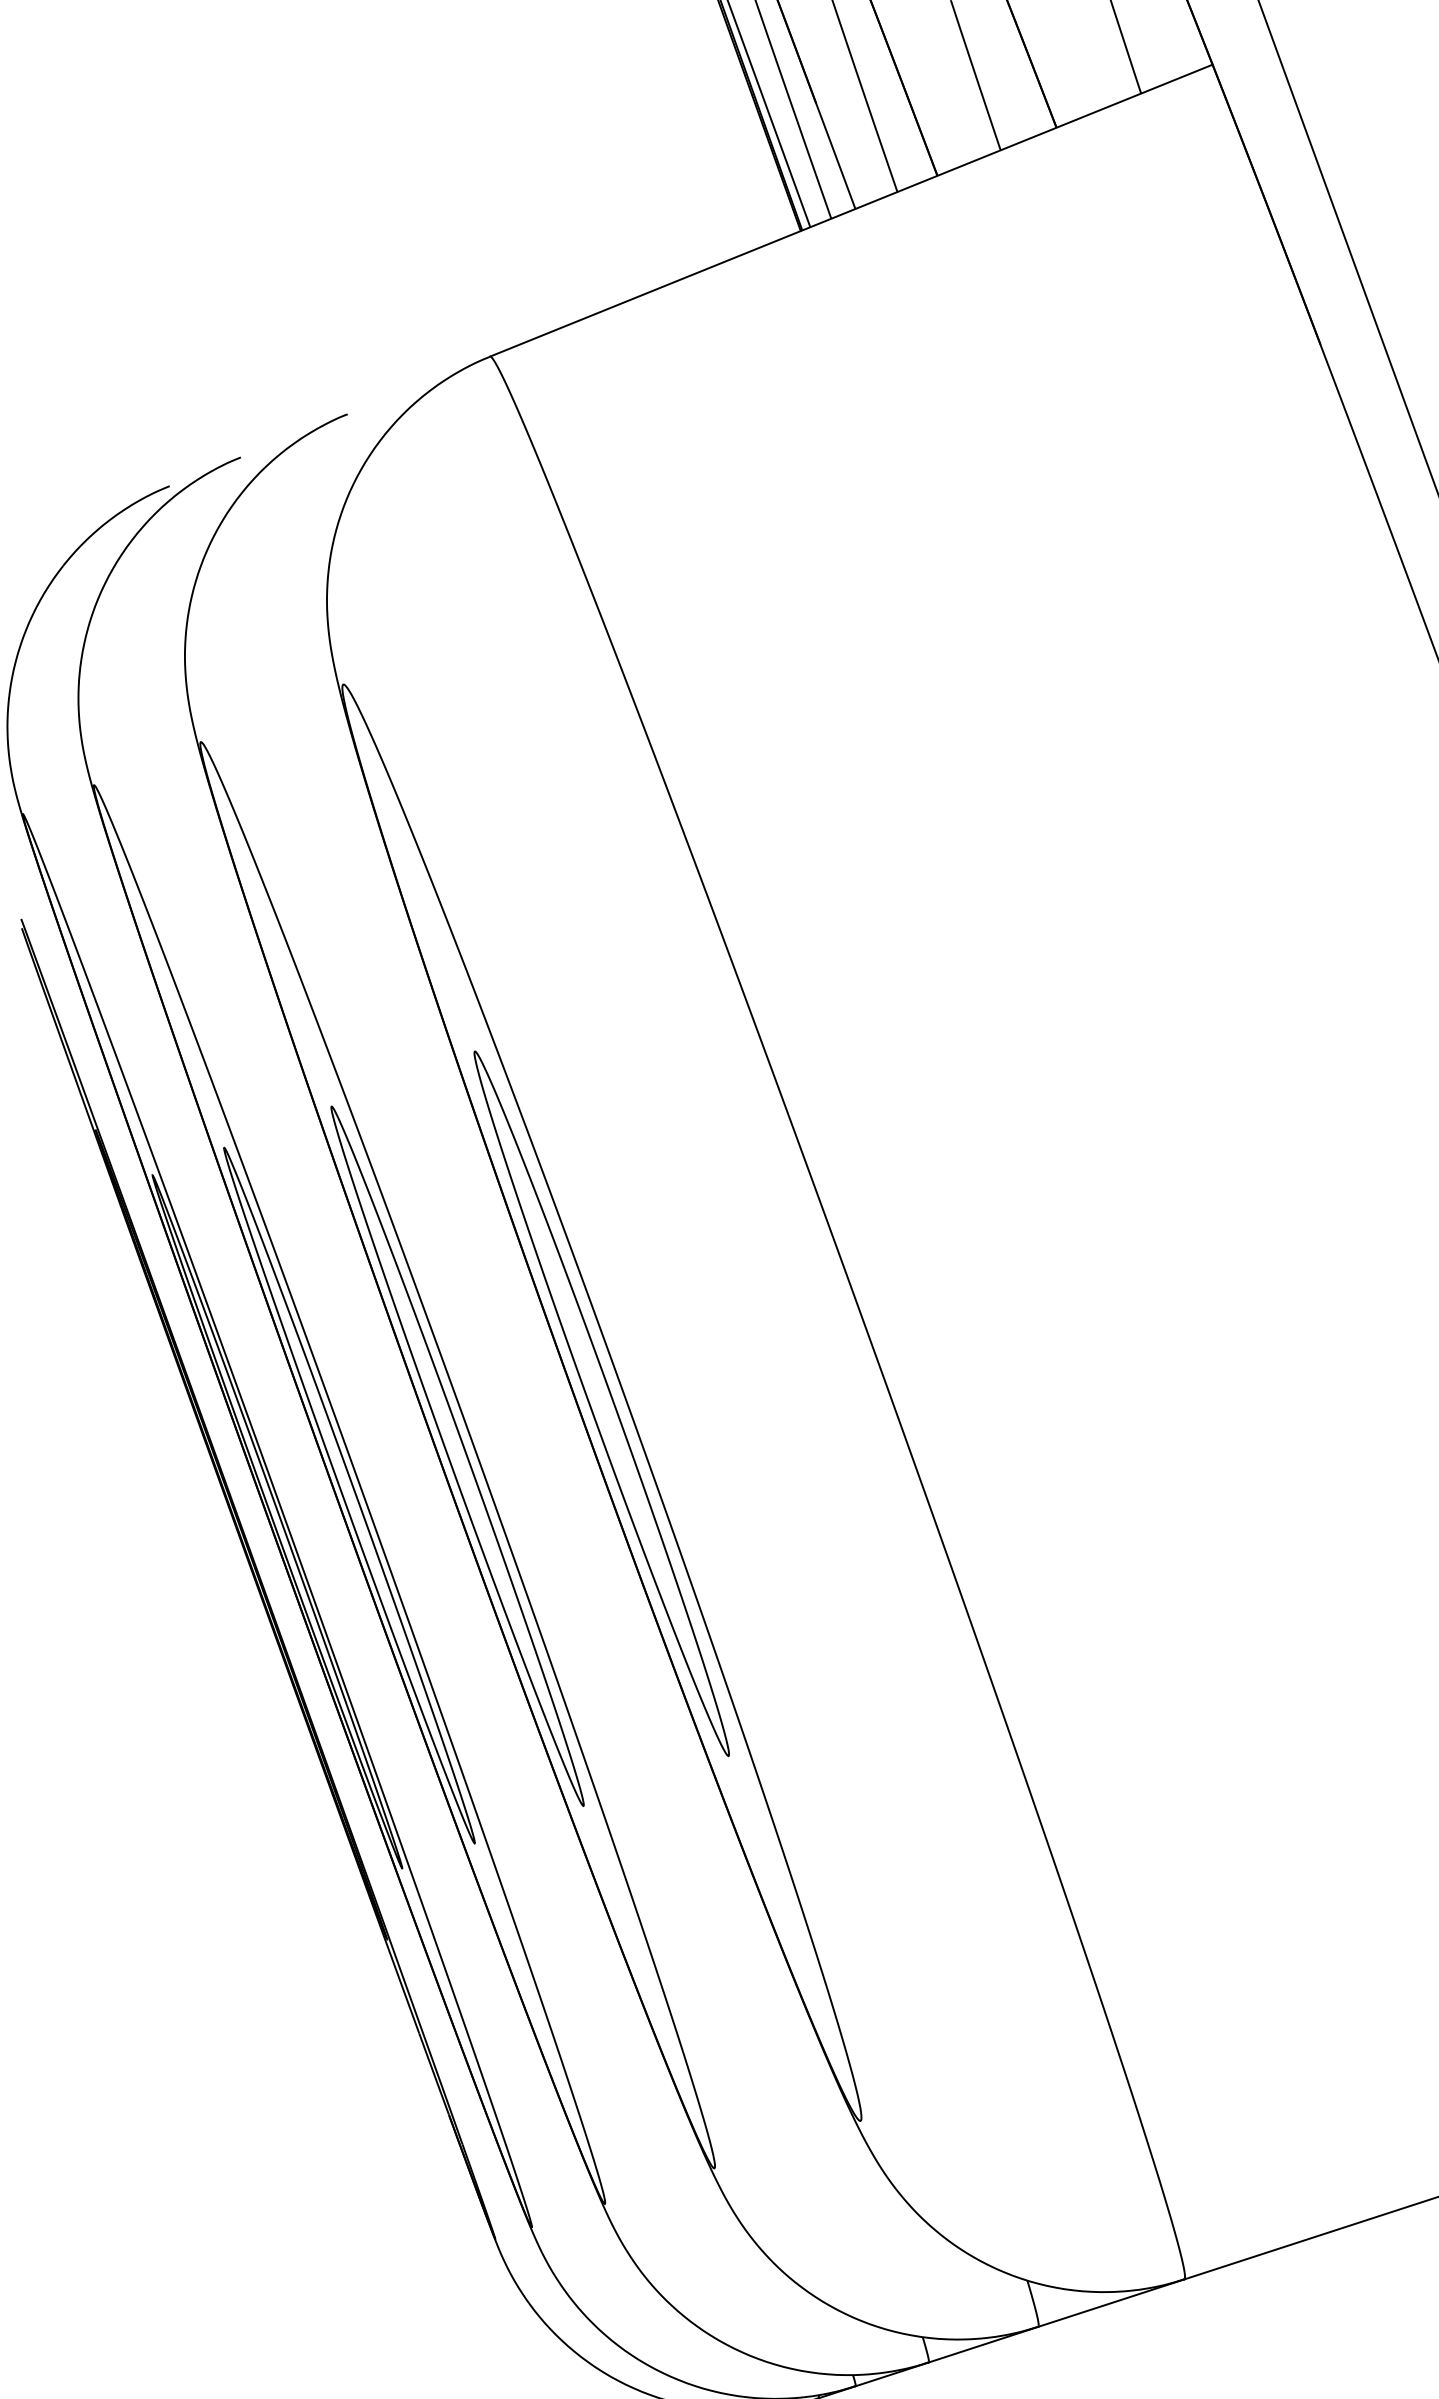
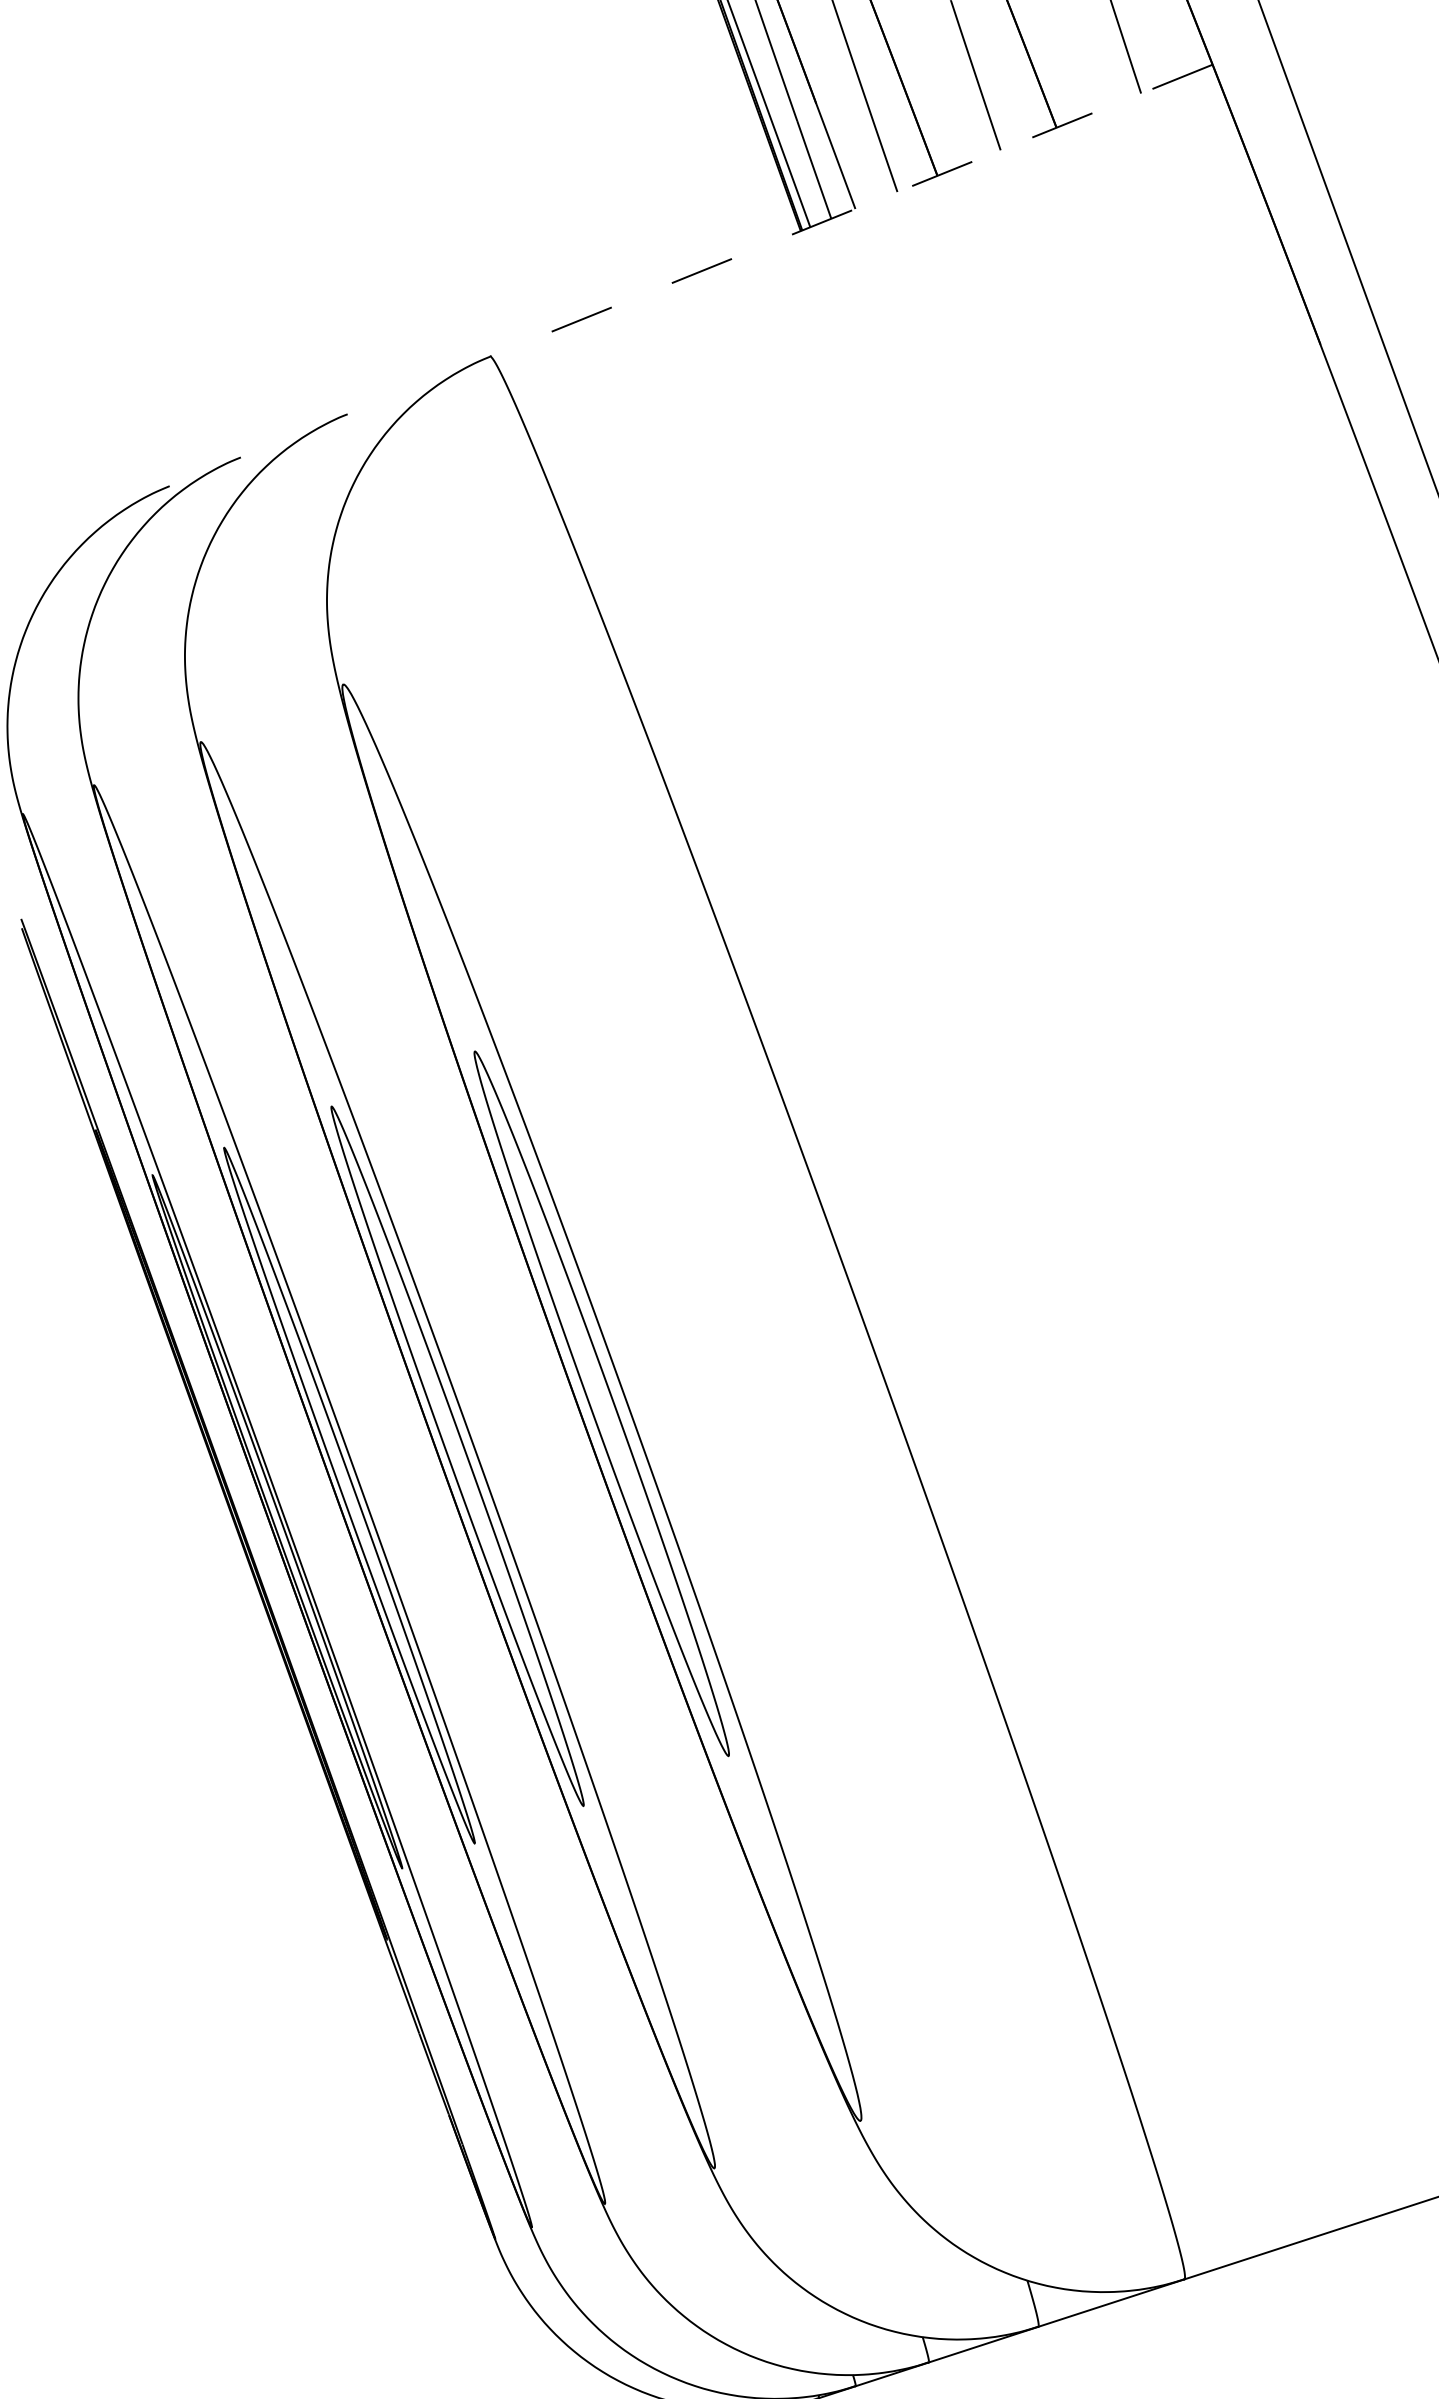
line at (851, 210): solid -> dashed
